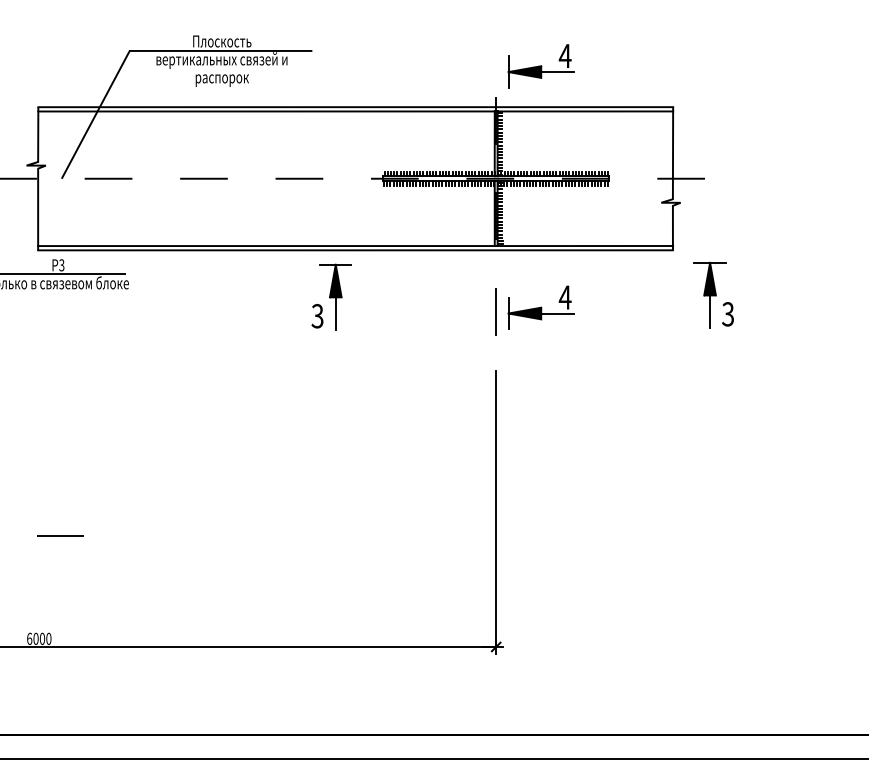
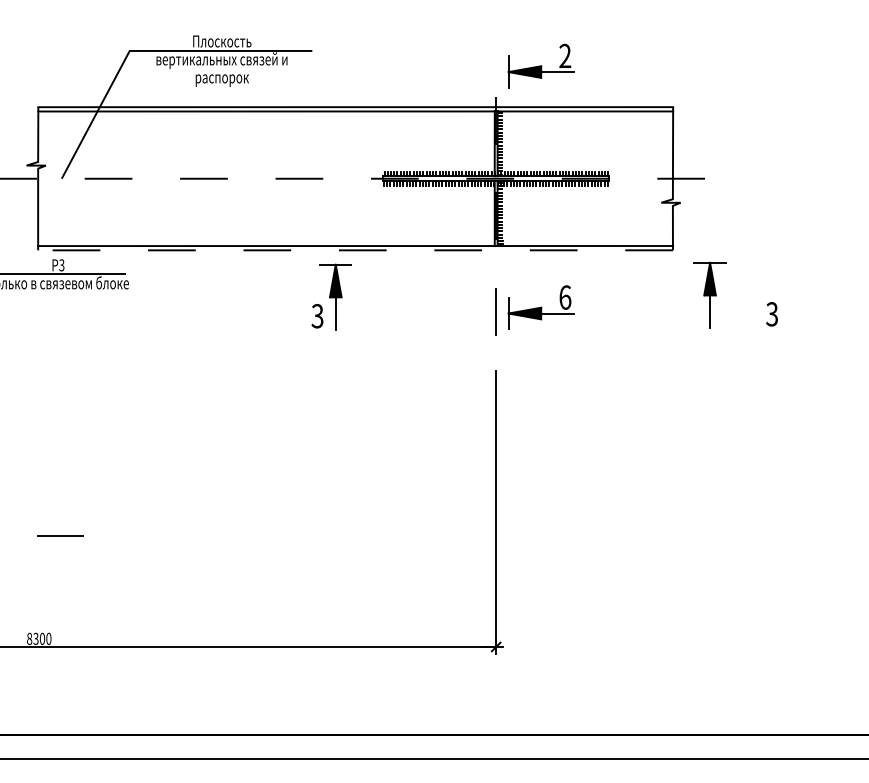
text at (564, 55): 4 -> 2
line at (355, 250): solid -> dashed
text at (564, 297): 4 -> 6
text at (727, 314) position: (727, 314) -> (771, 314)
text at (32, 638): 6000 -> 8300
